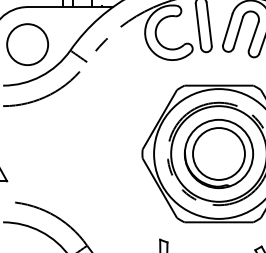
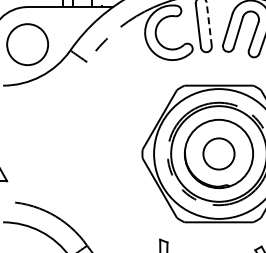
line at (209, 24): solid -> dashed
arc at (45, 95): present -> none
circle at (218, 153) diameter: 52 px -> 31 px
